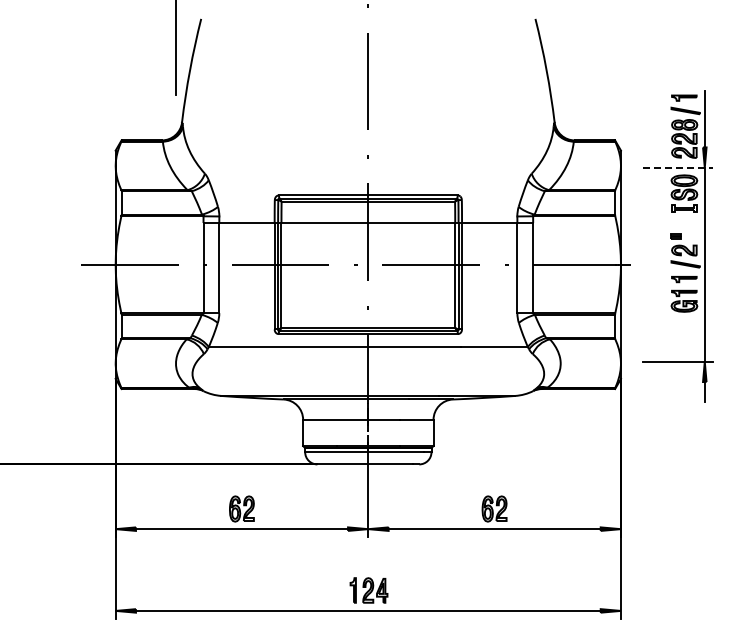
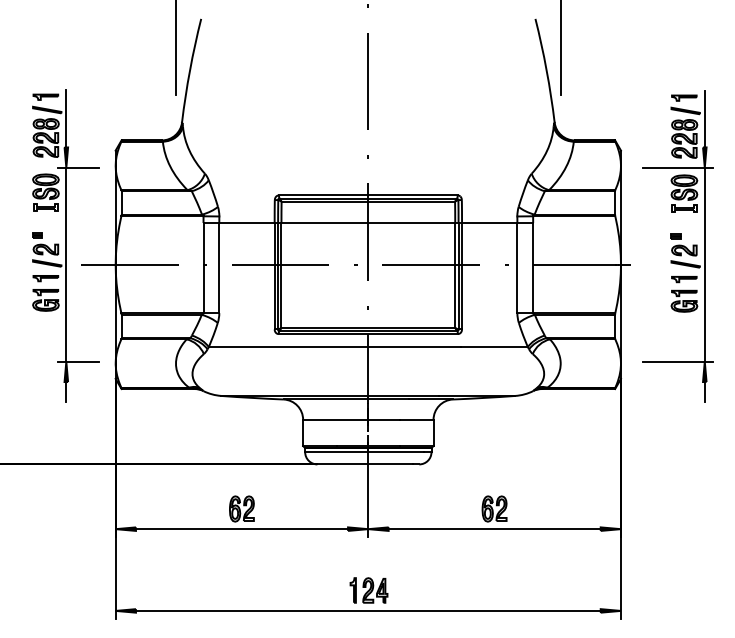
line at (560, 48): none -> present
line at (678, 167): dashed -> solid
part at (65, 245): none -> present
